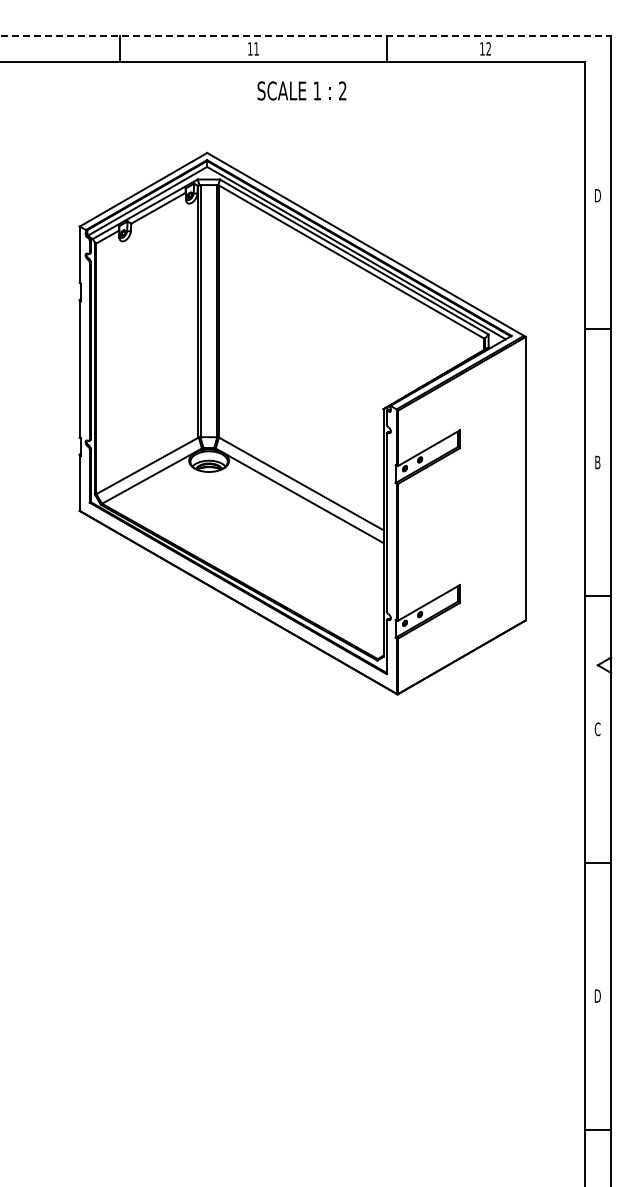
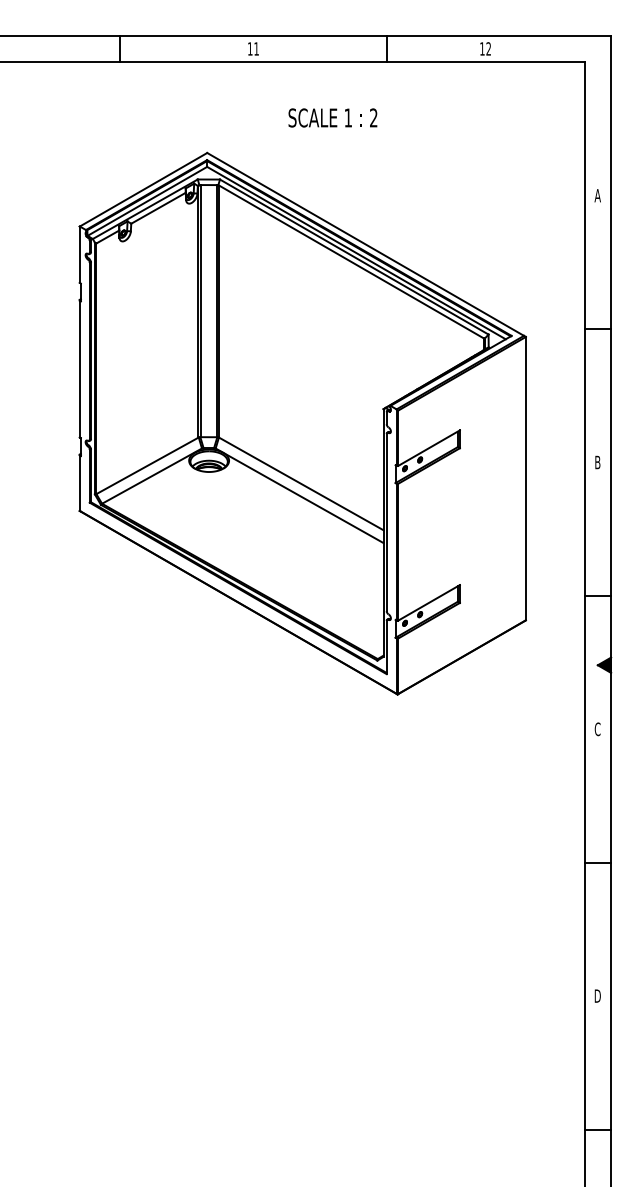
line at (306, 35): dashed -> solid
text at (301, 90) position: (301, 90) -> (332, 117)
text at (597, 195): D -> A
fill at (604, 664): none -> present
